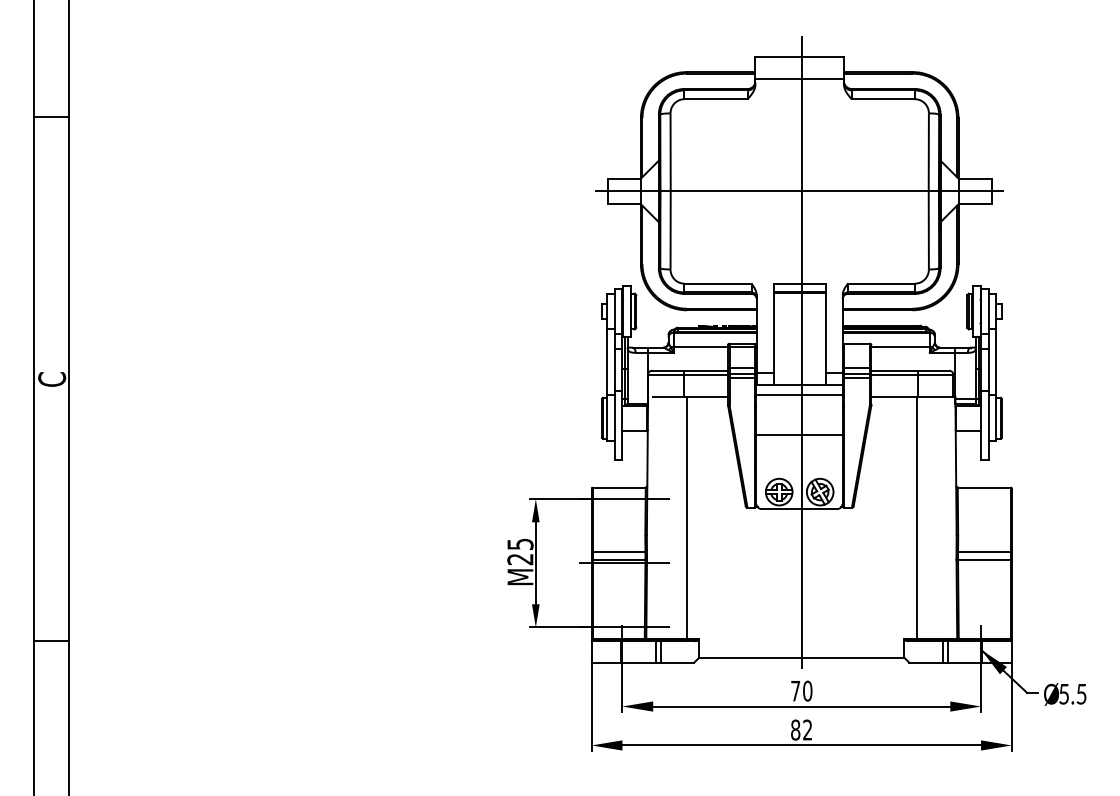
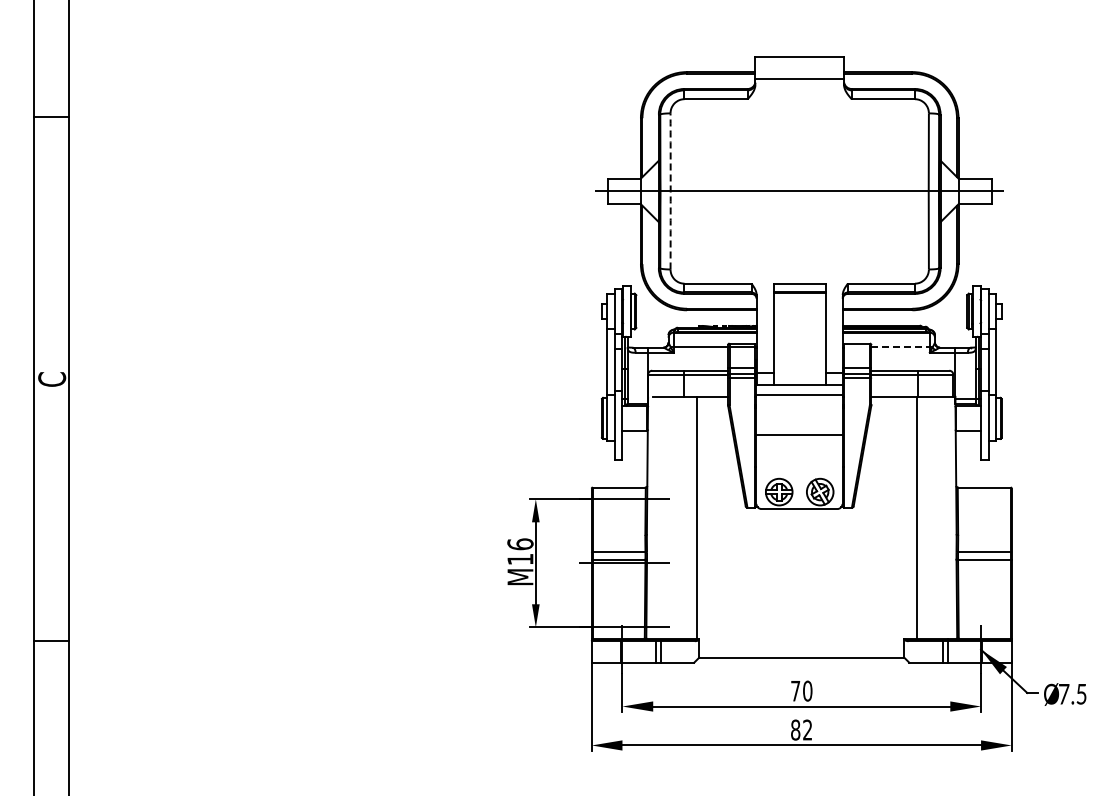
arc at (670, 191): solid -> dashed
line at (901, 347): solid -> dashed
line at (801, 352): present -> none
line at (686, 518) position: (686, 518) -> (696, 518)
text at (520, 551): M25 -> M16
text at (1064, 694): 5.5 -> 7.5
